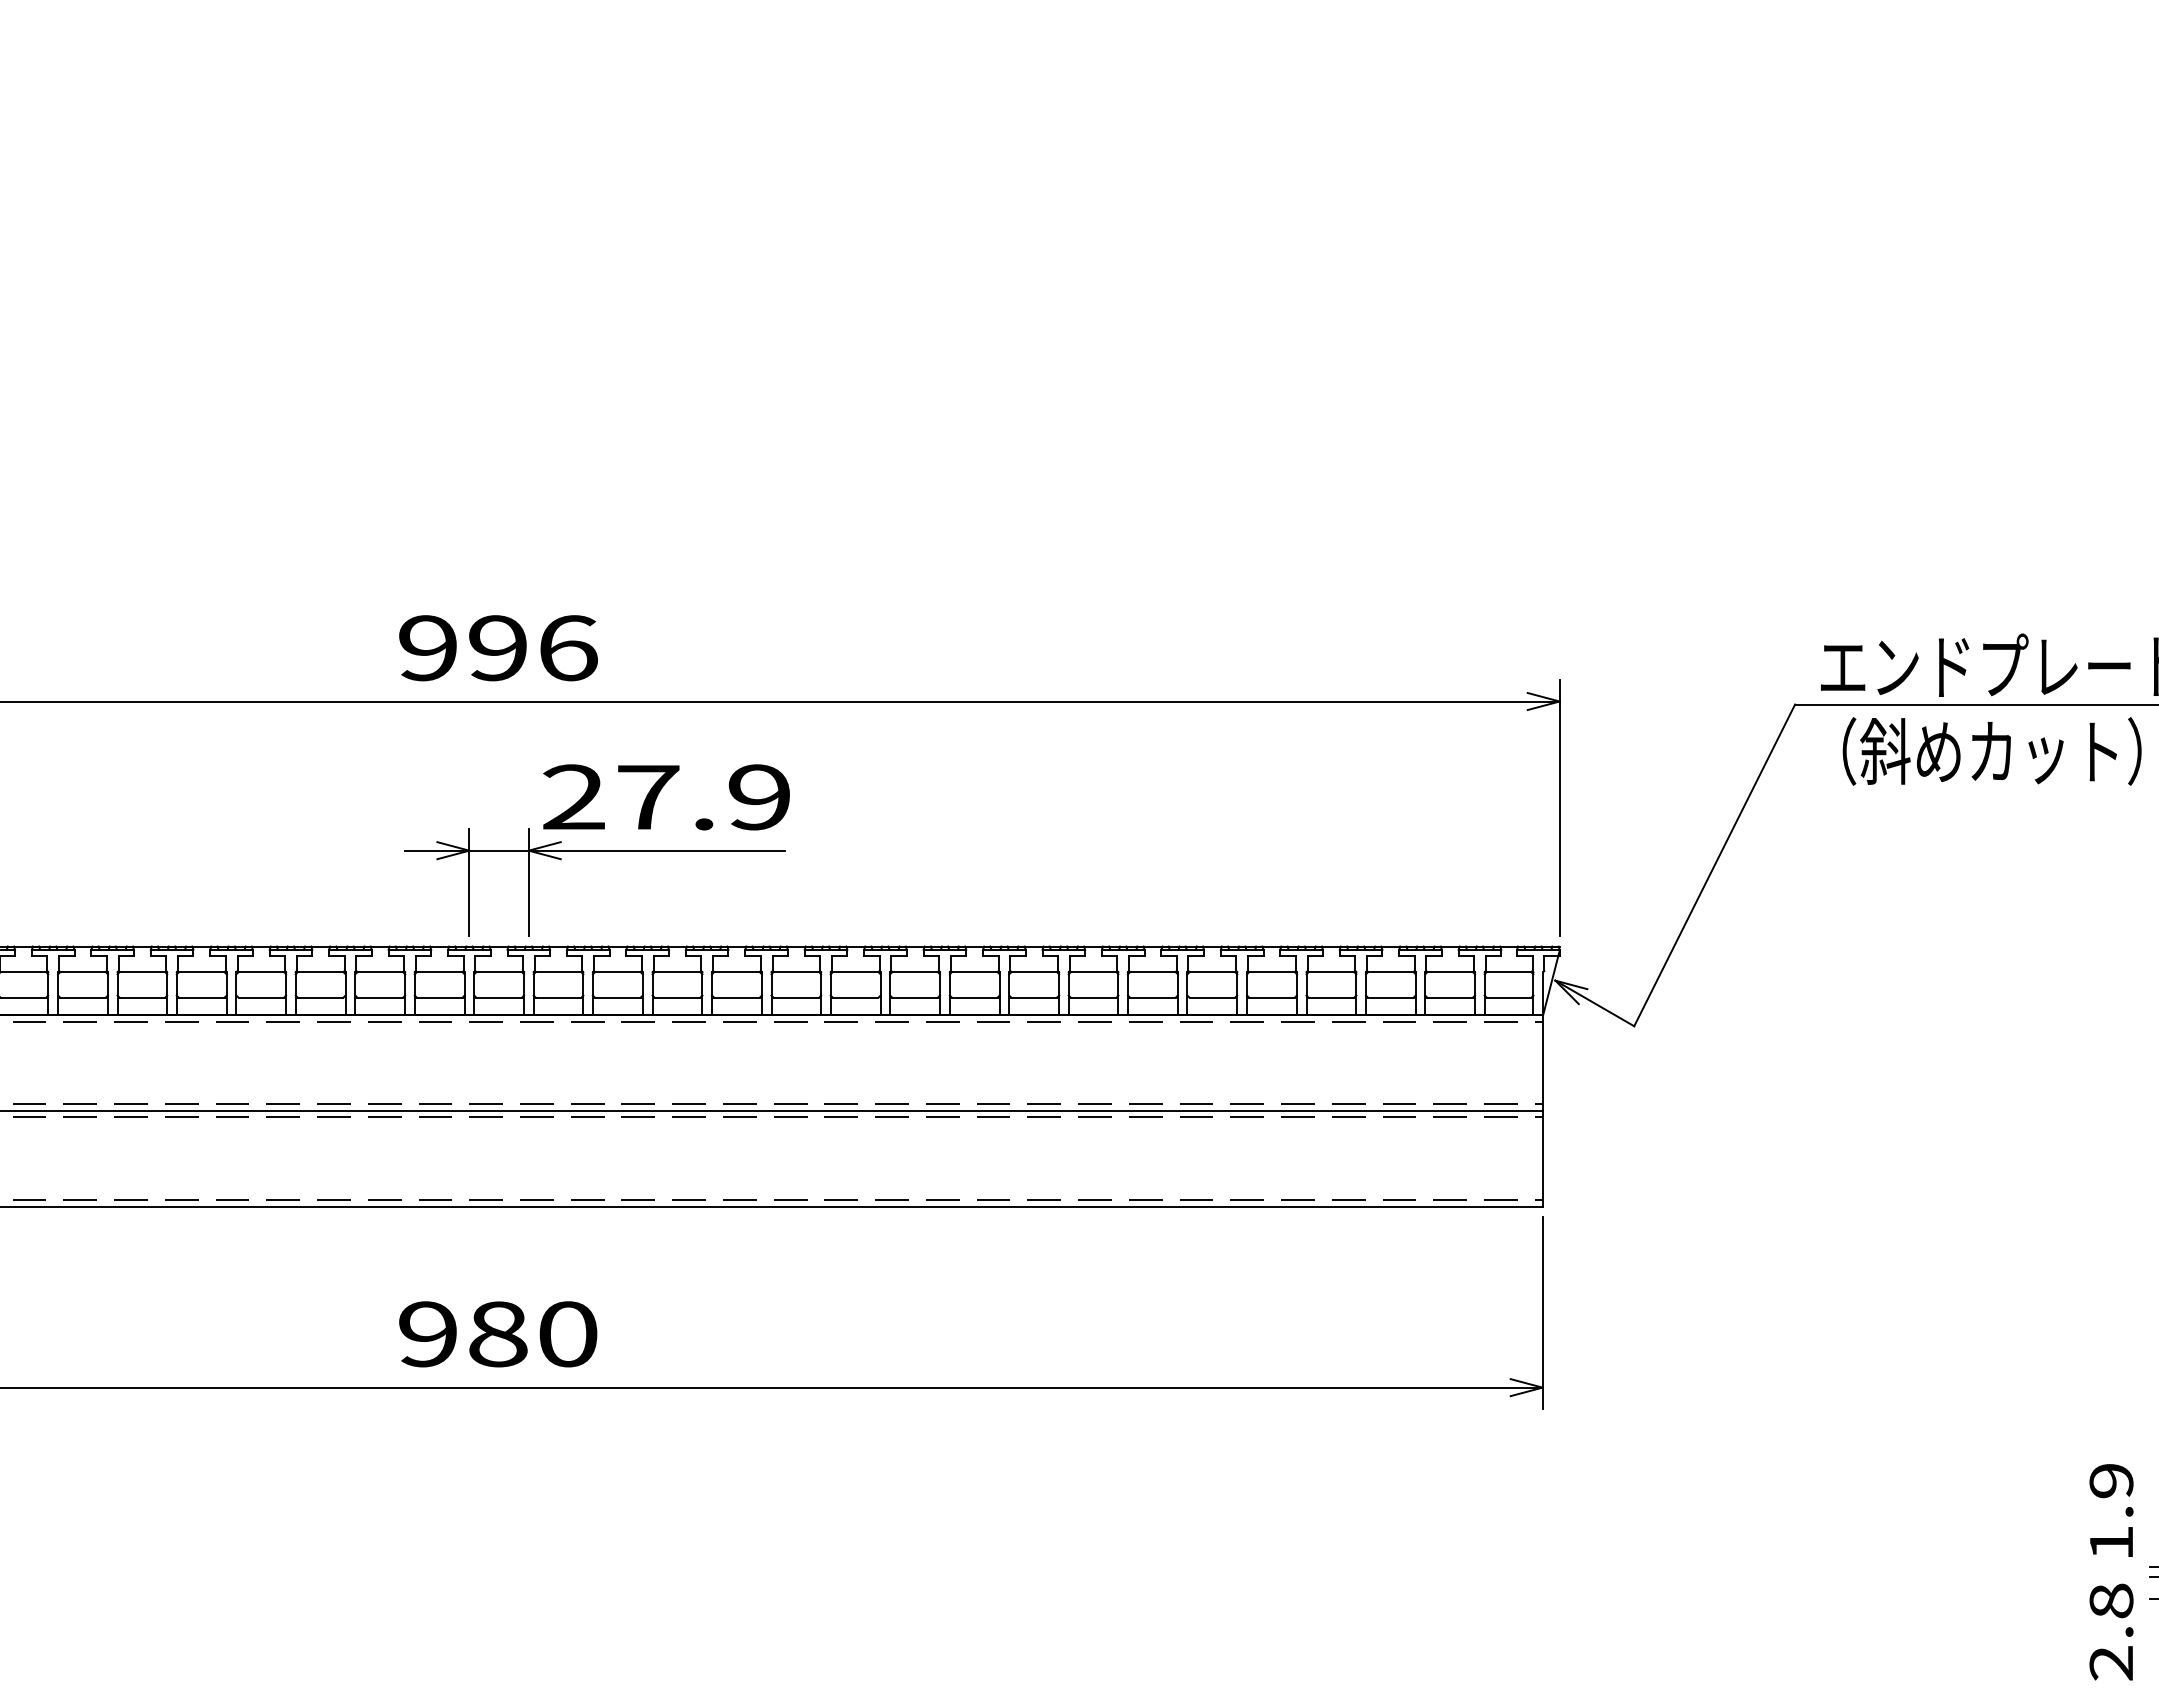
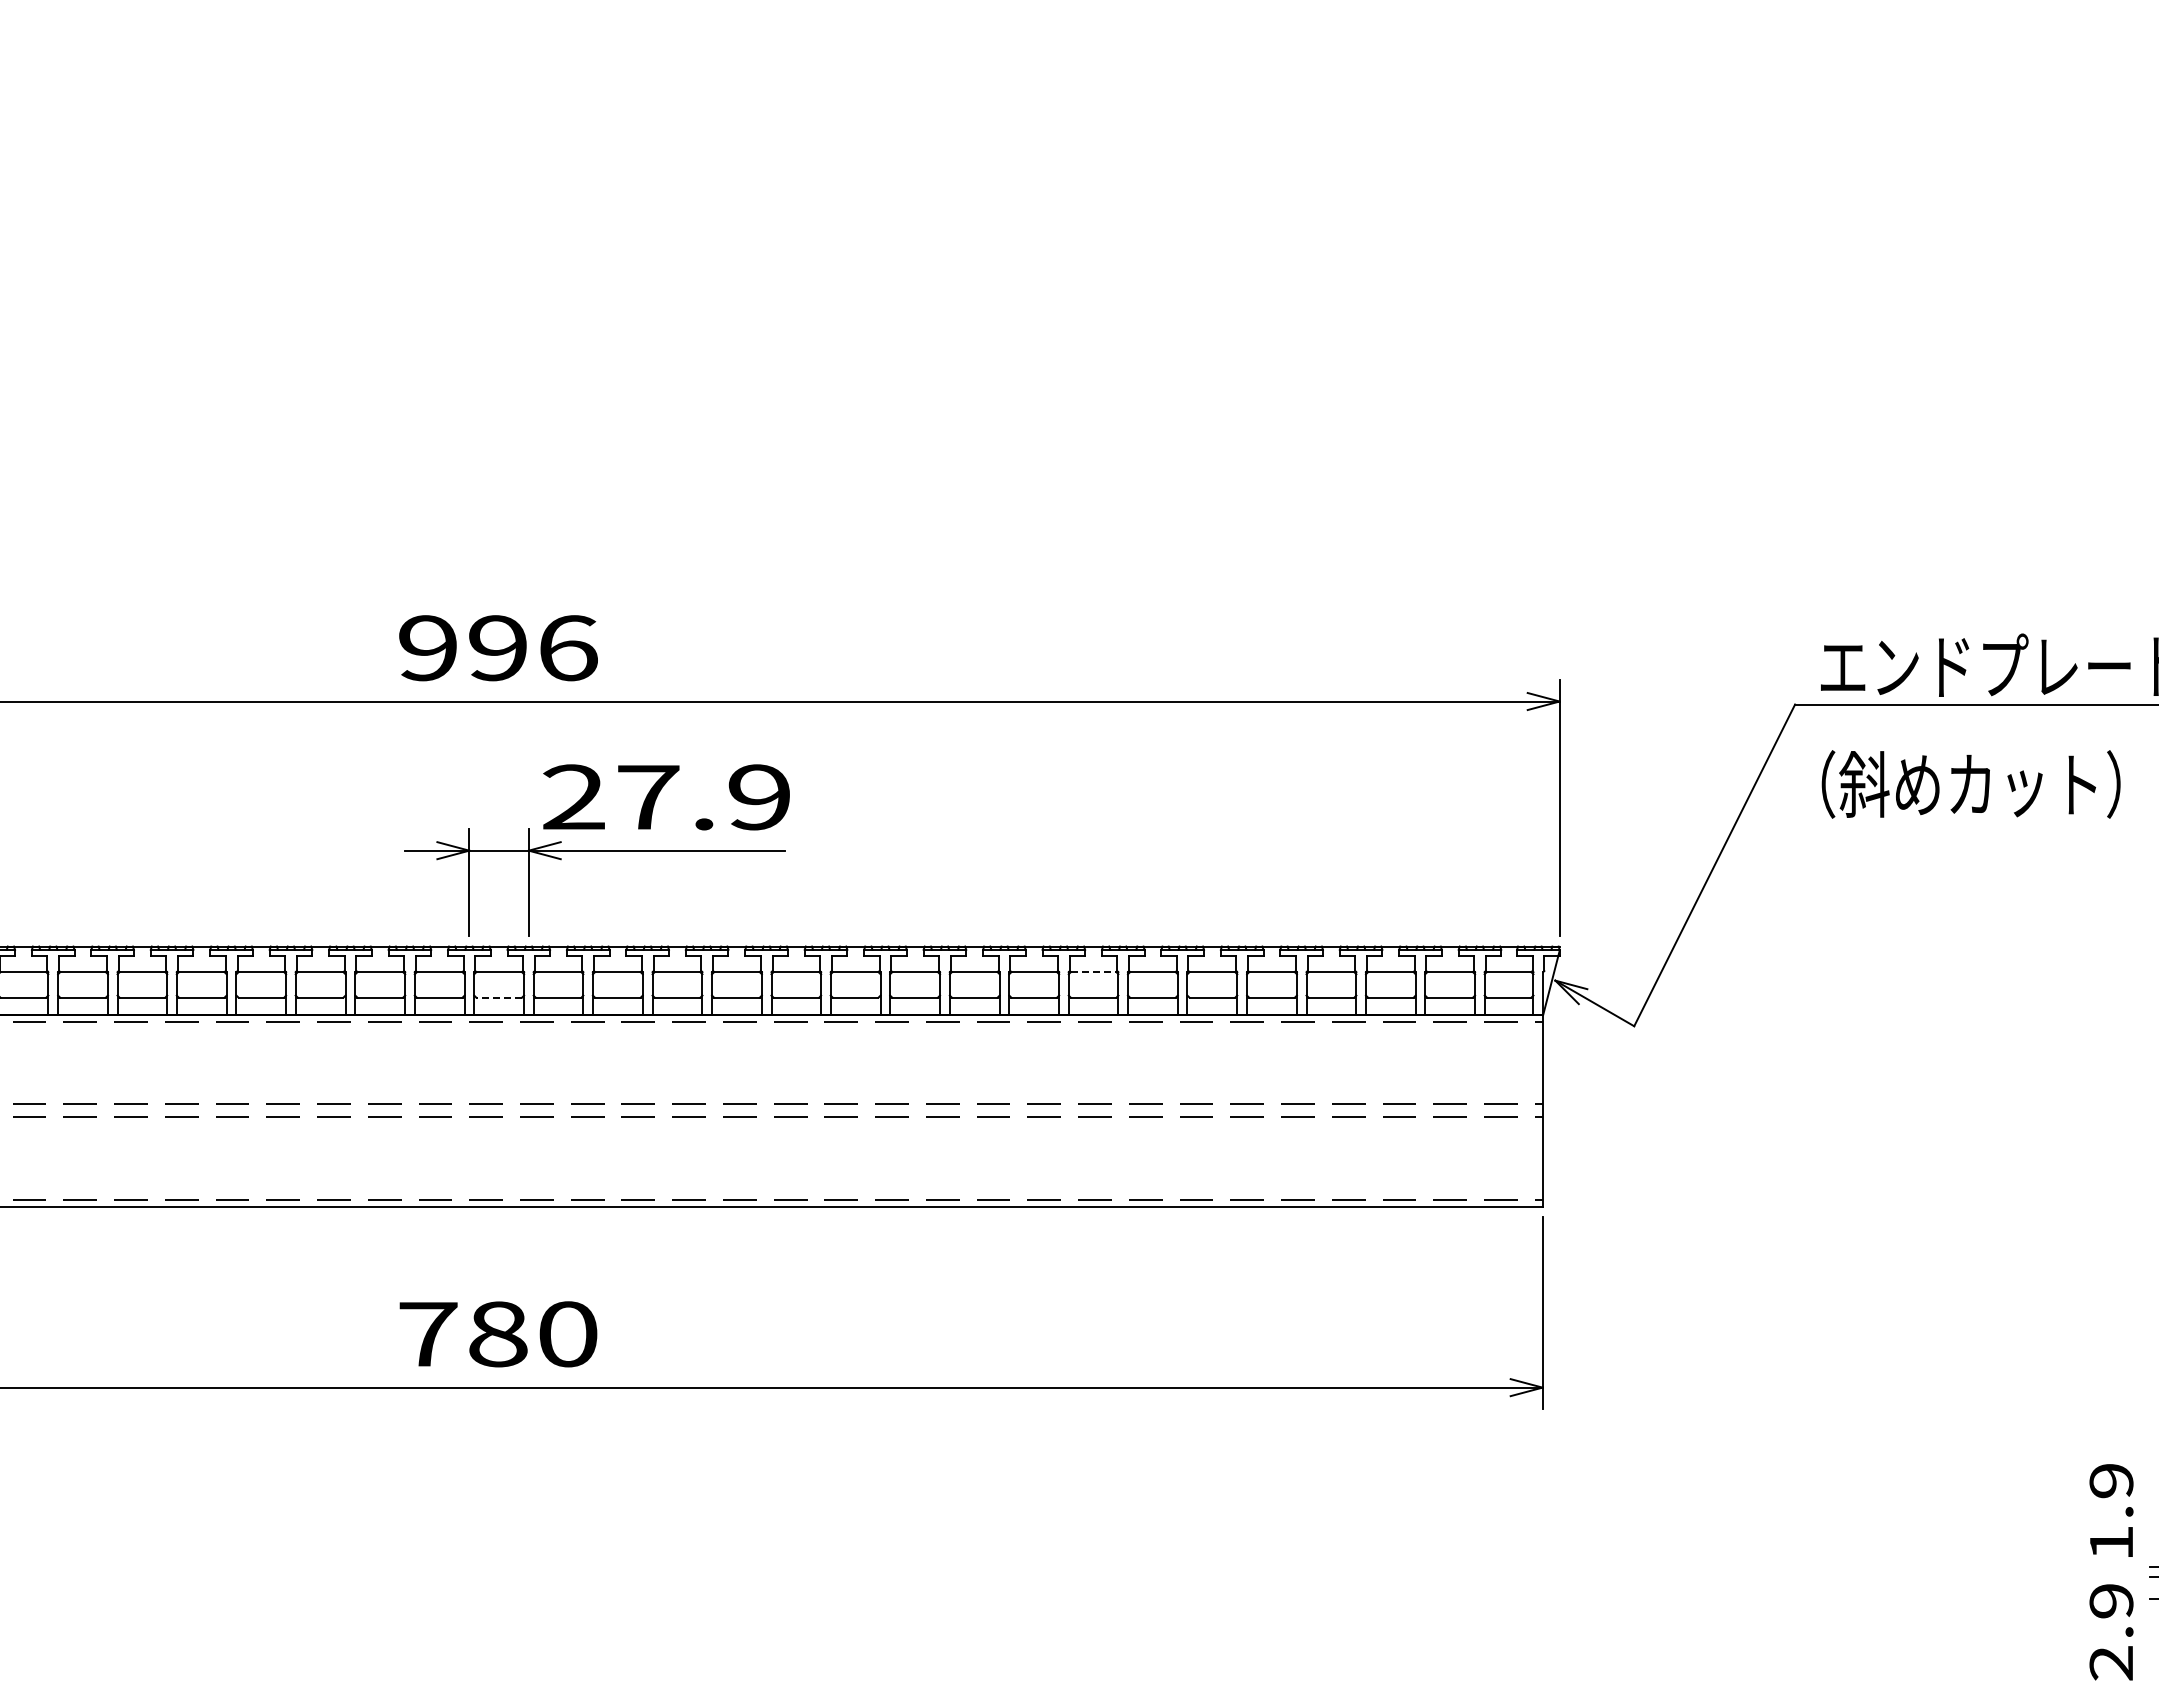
text at (1991, 751) position: (1991, 751) -> (1970, 784)
line at (1093, 972): solid -> dashed
line at (499, 997): solid -> dashed
line at (772, 1110): present -> none
text at (428, 1334): 980 -> 780
text at (2111, 1600): 2.8 -> 2.9
